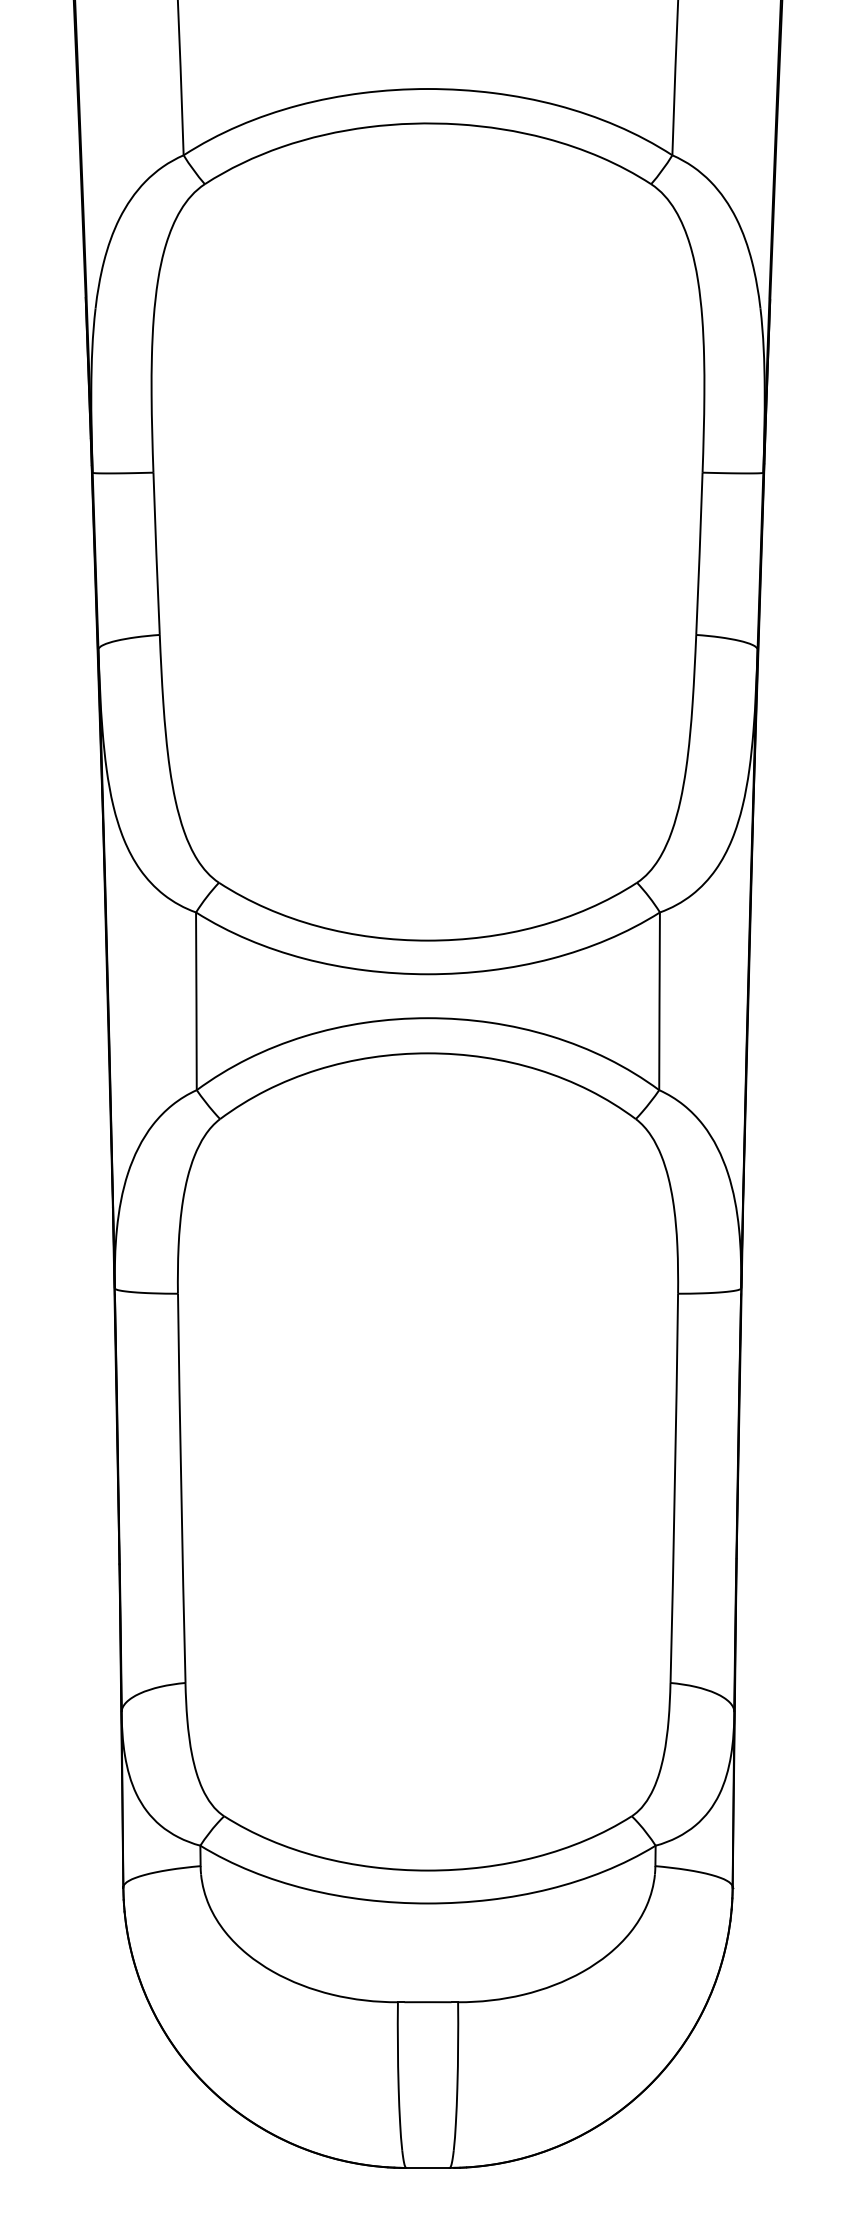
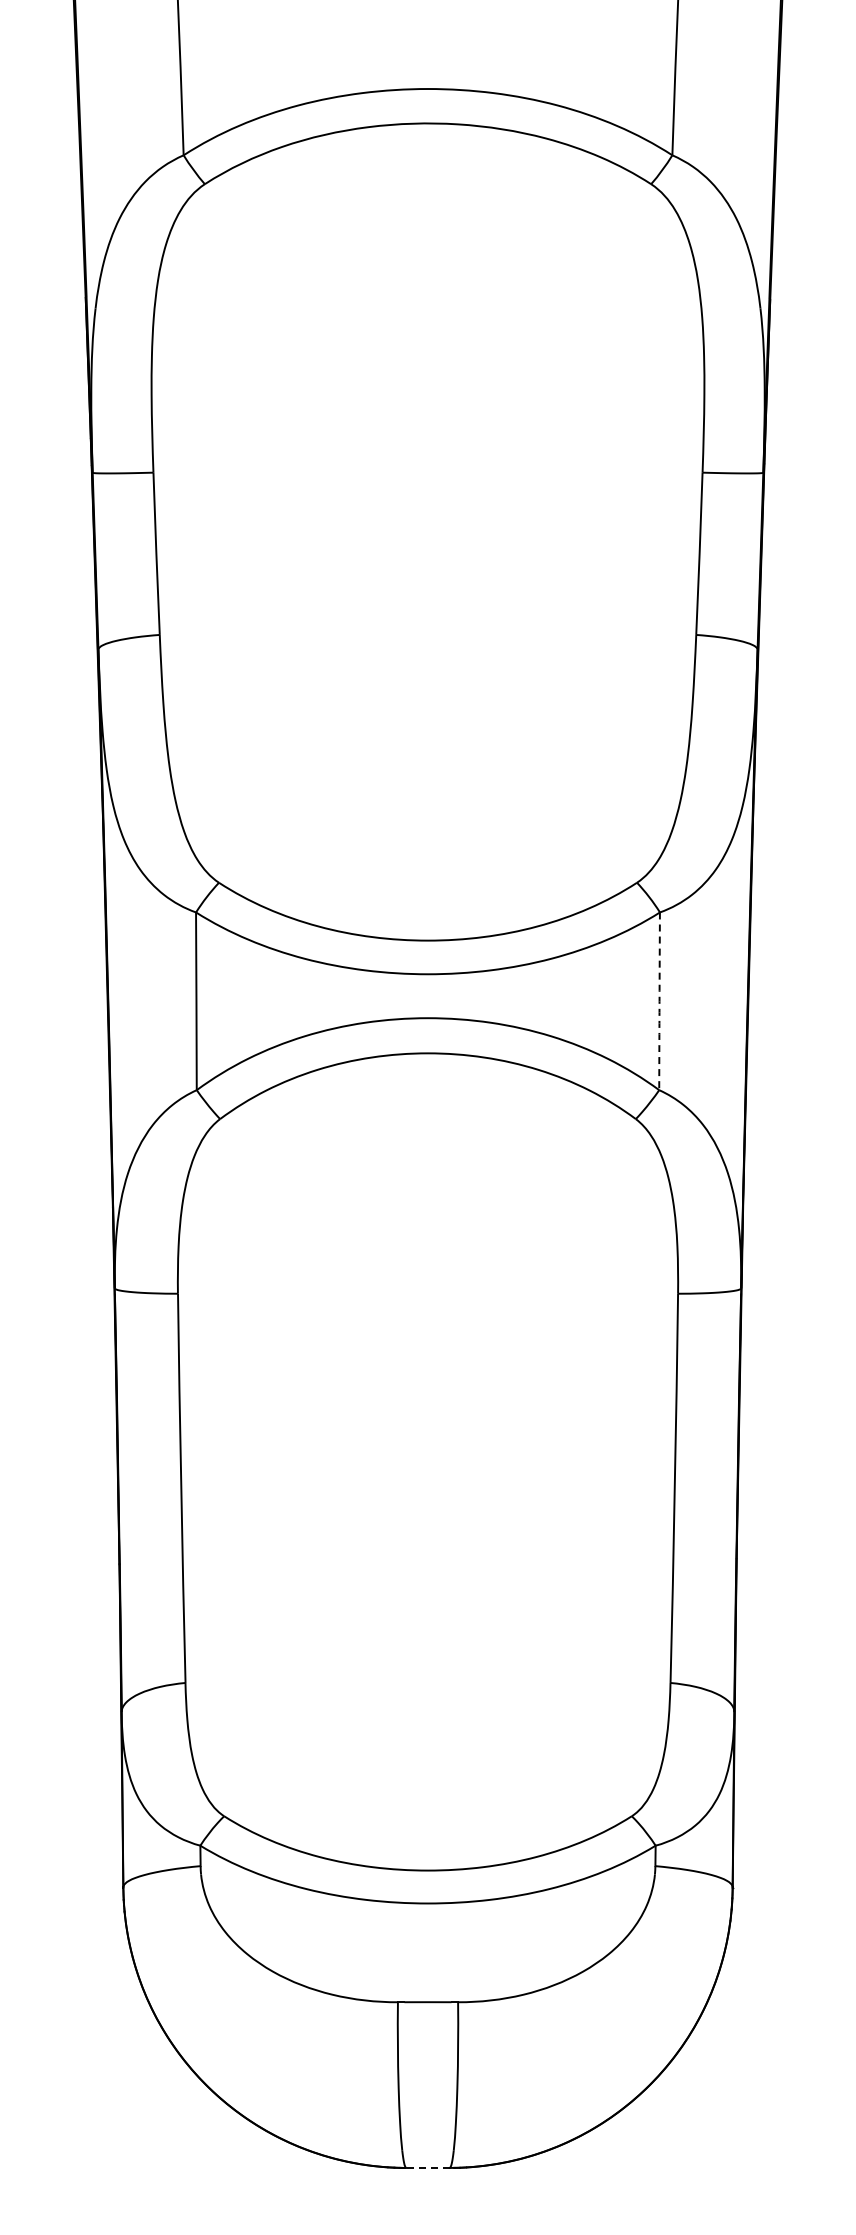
arc at (659, 1001): solid -> dashed
line at (428, 2167): solid -> dashed
